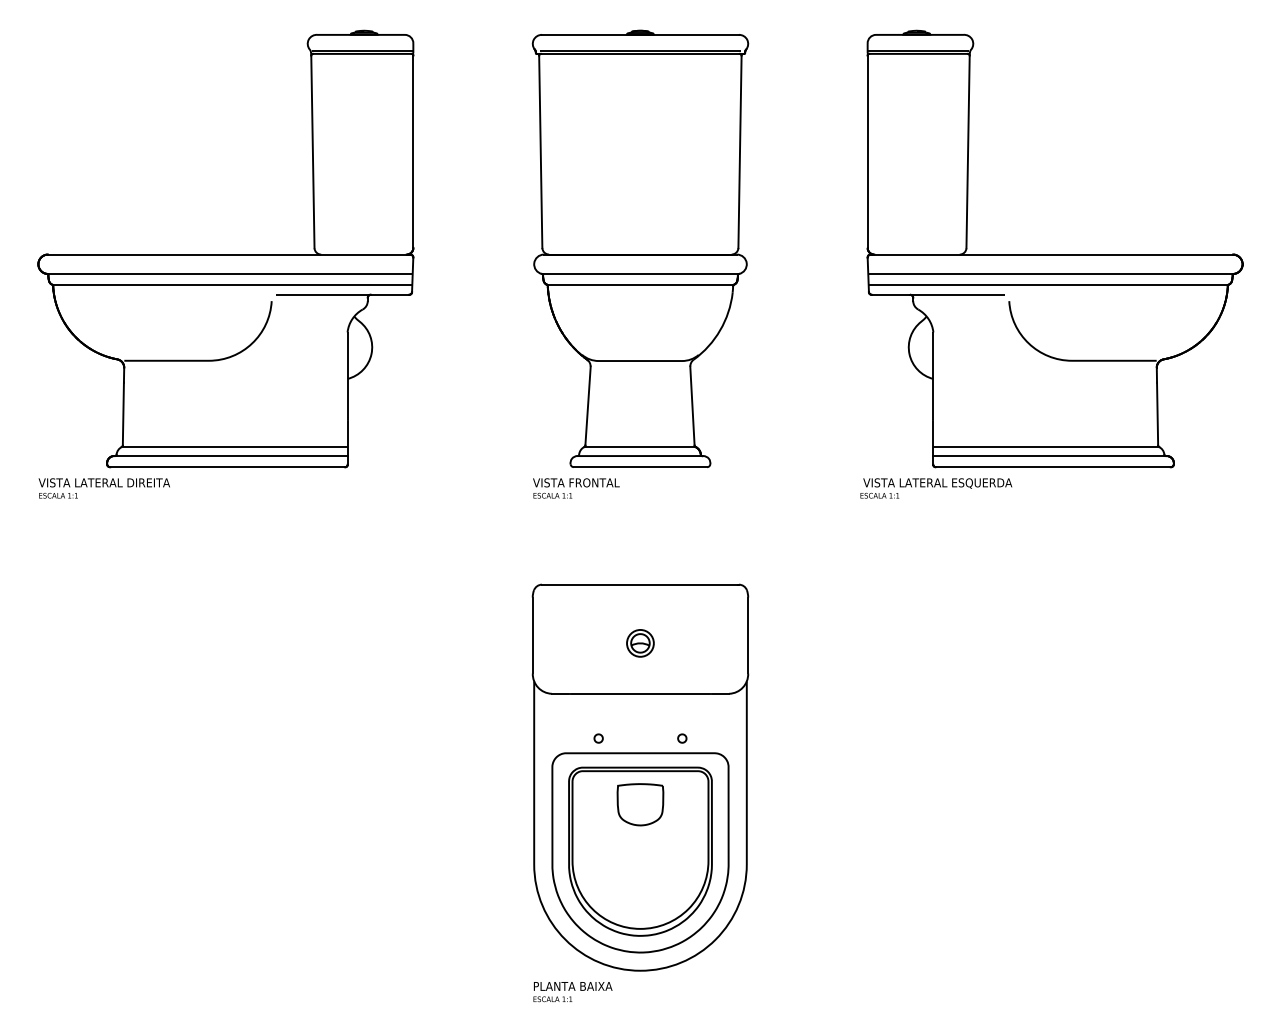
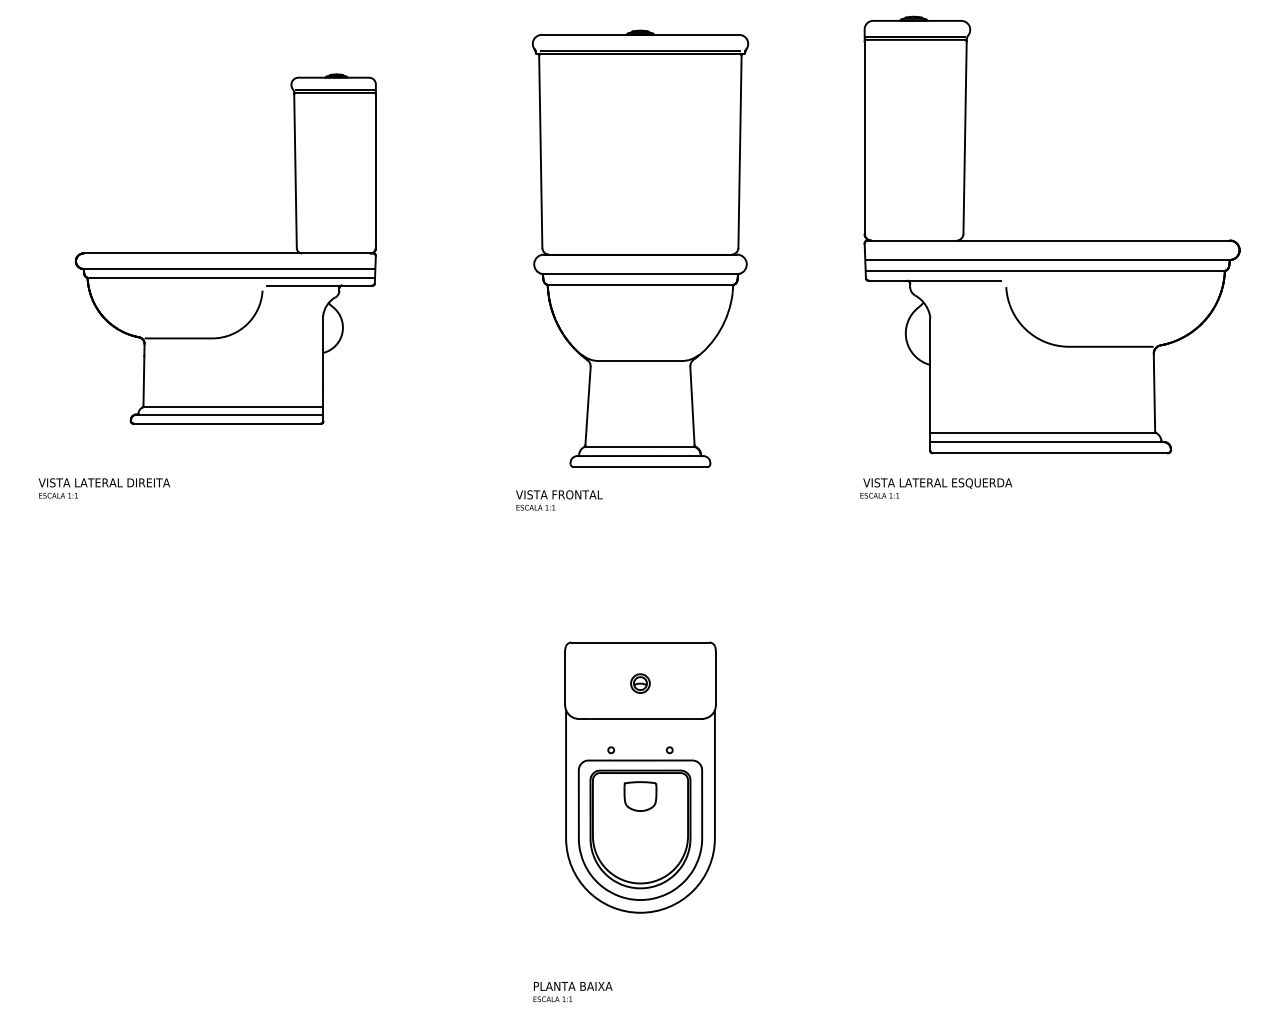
part at (225, 248) size: 378x440 px -> 303x352 px
part at (1054, 248) position: (1054, 248) -> (1051, 234)
text at (576, 488) position: (576, 488) -> (559, 500)
part at (640, 777) size: 219x389 px -> 153x273 px
